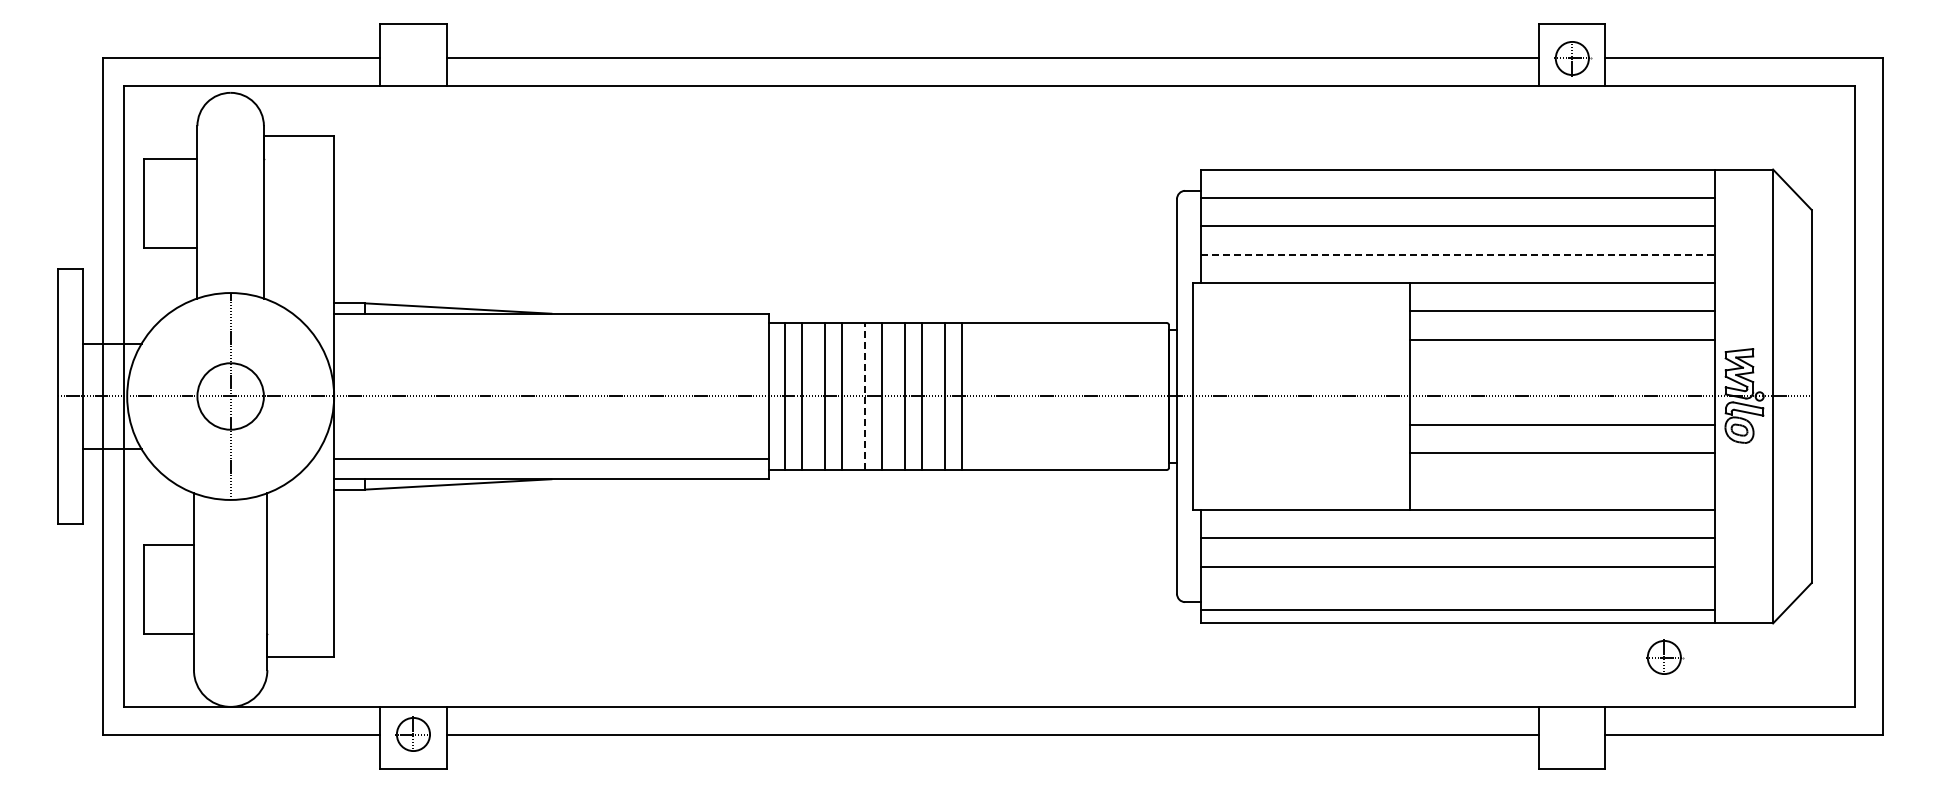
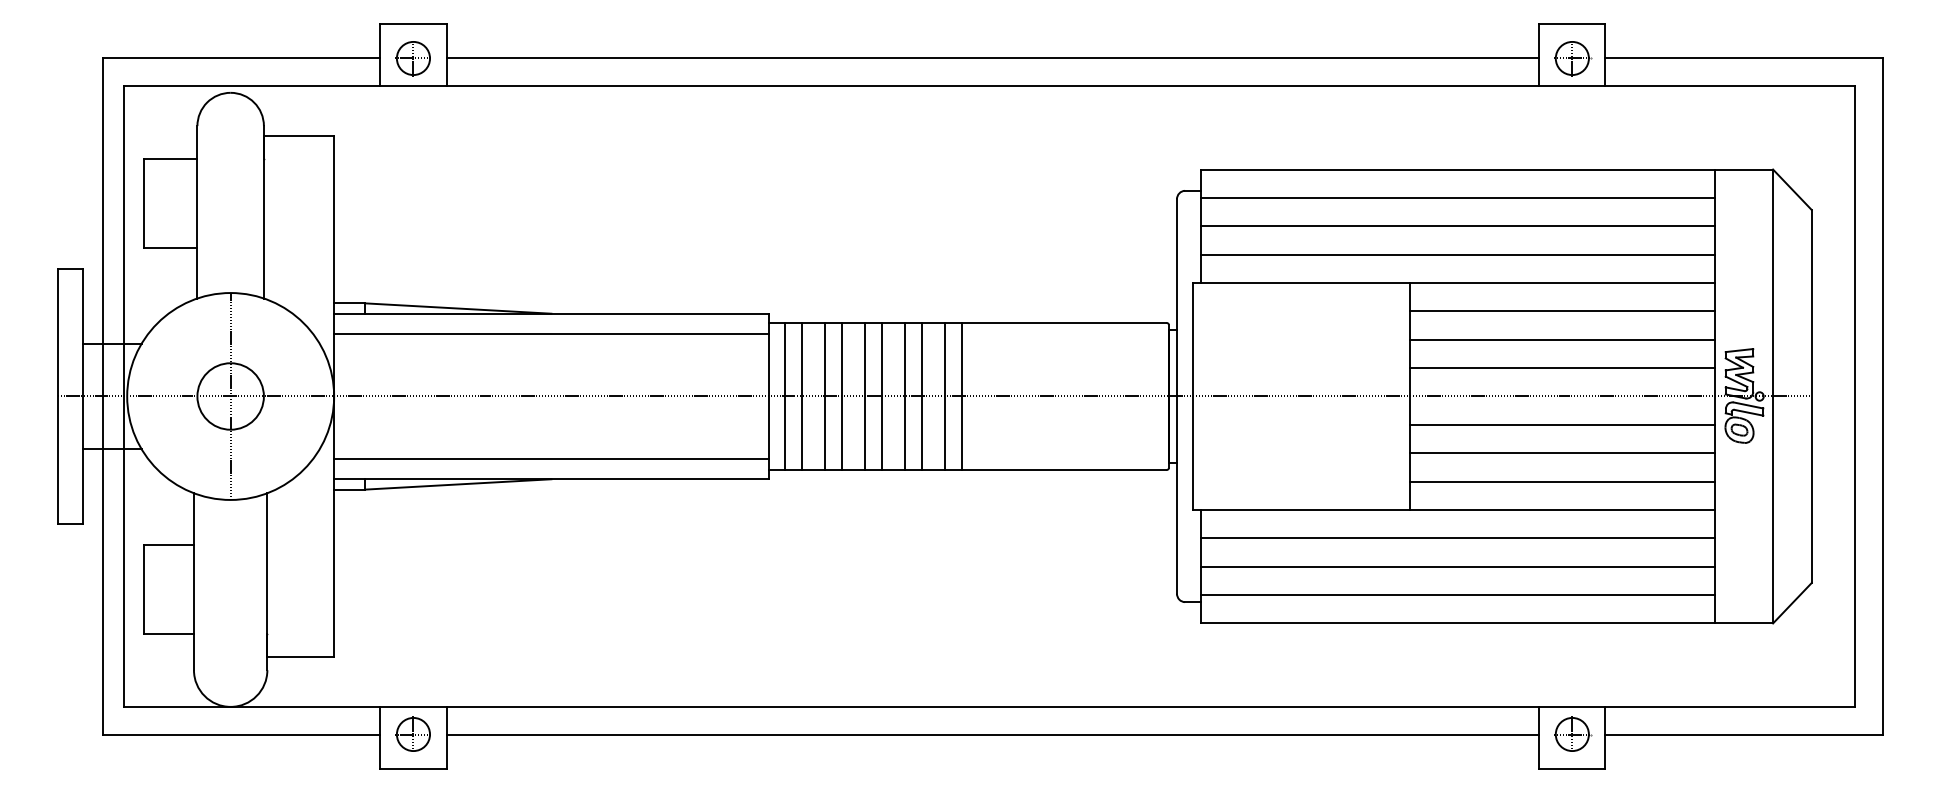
part at (412, 58): none -> present
line at (1458, 254): dashed -> solid
line at (551, 334): none -> present
line at (1562, 368): none -> present
line at (864, 396): dashed -> solid
line at (1562, 481): none -> present
line at (1458, 610) position: (1458, 610) -> (1458, 595)
part at (1665, 656) position: (1665, 656) -> (1573, 733)
